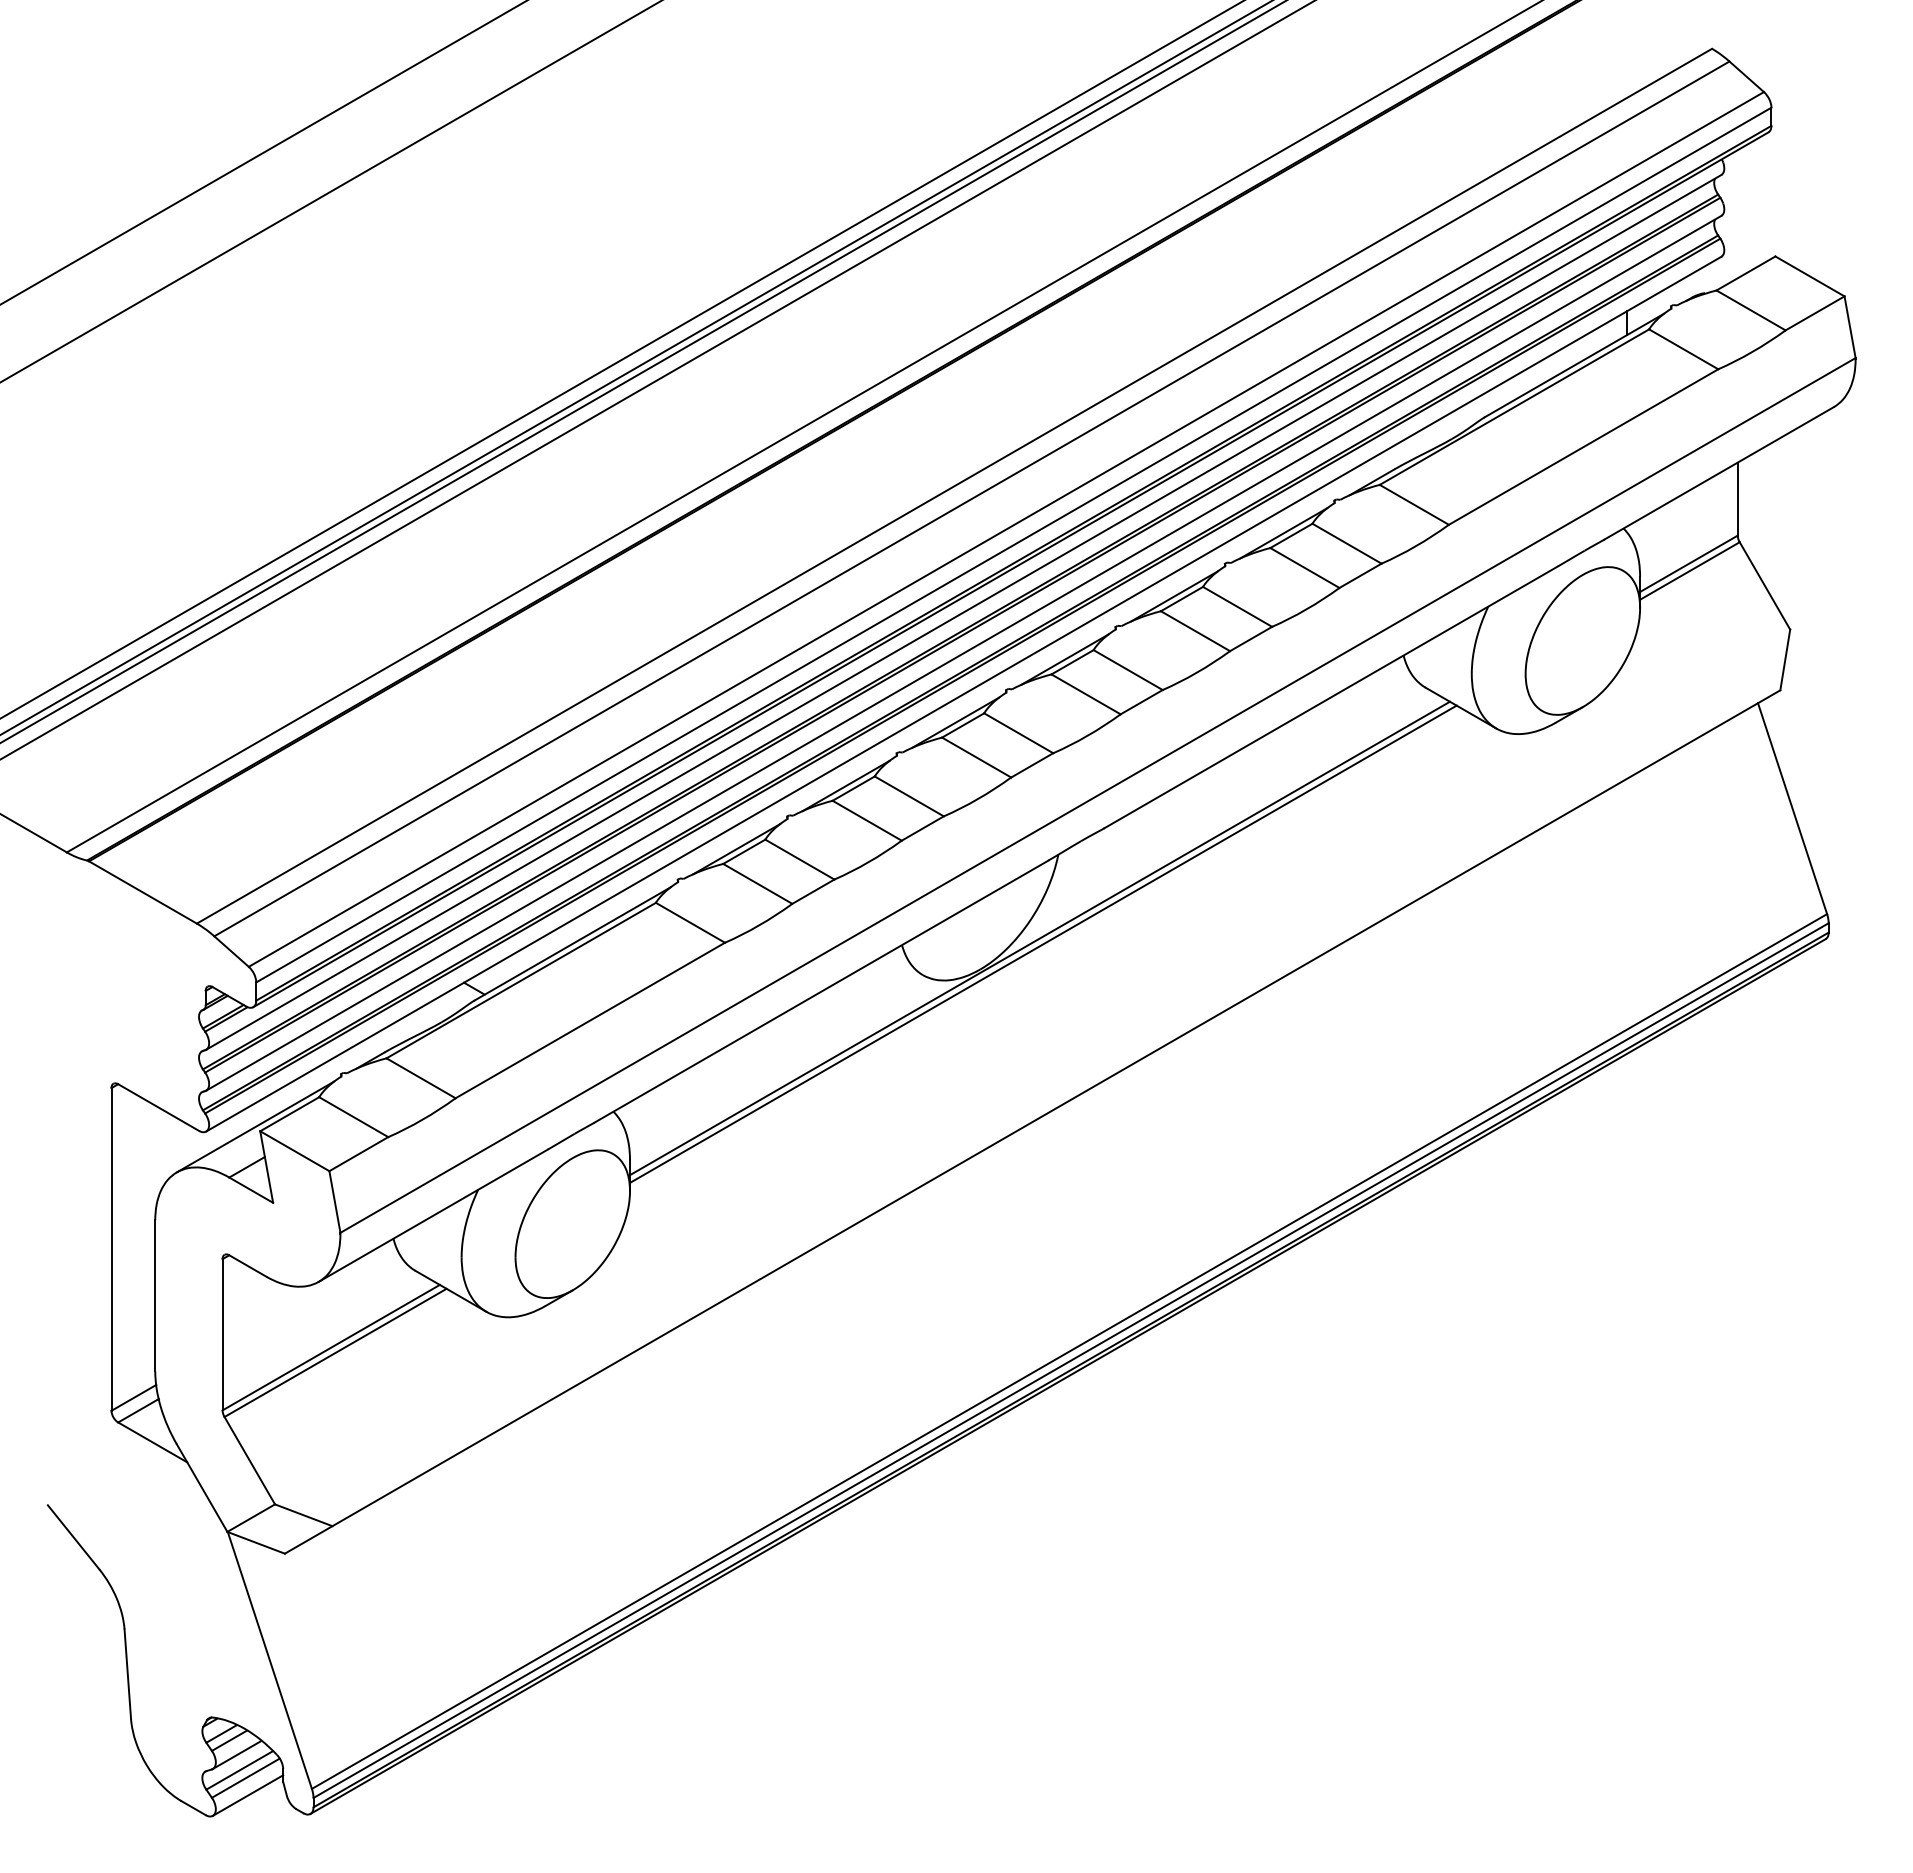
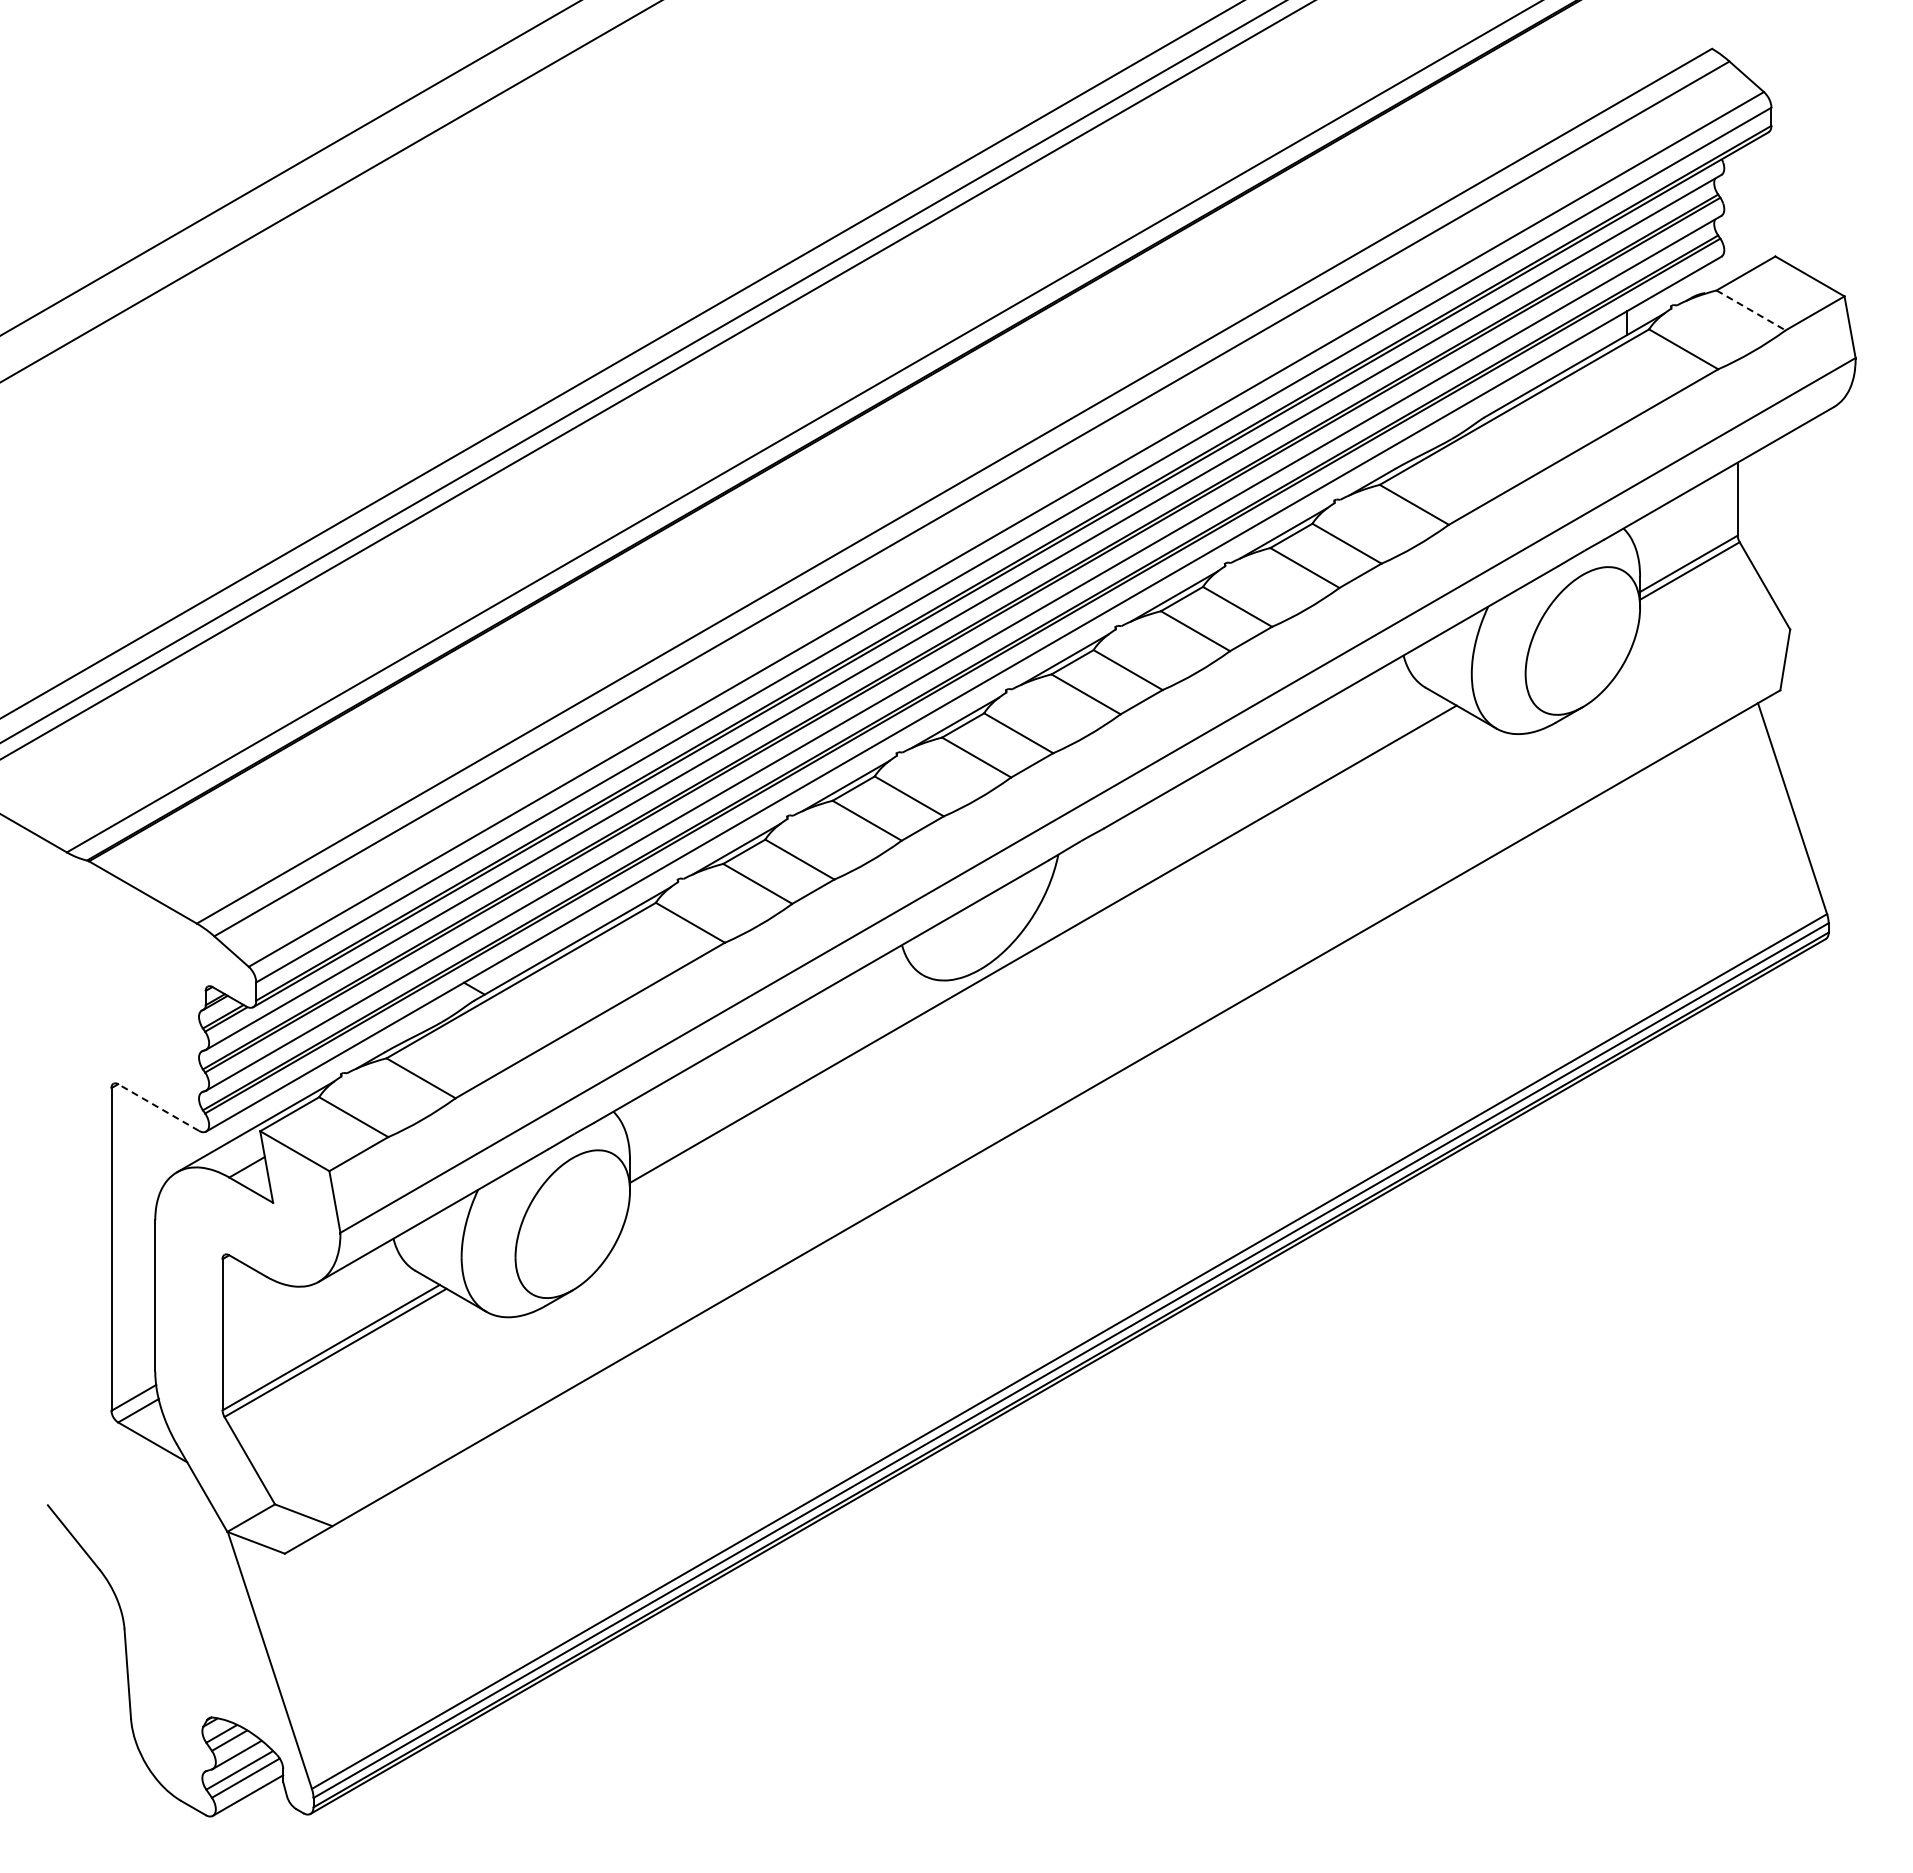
line at (263, 152) position: (263, 152) -> (290, 168)
line at (1751, 310): solid -> dashed
line at (635, 368): present -> none
line at (1039, 938): present -> none
line at (158, 1107): solid -> dashed
